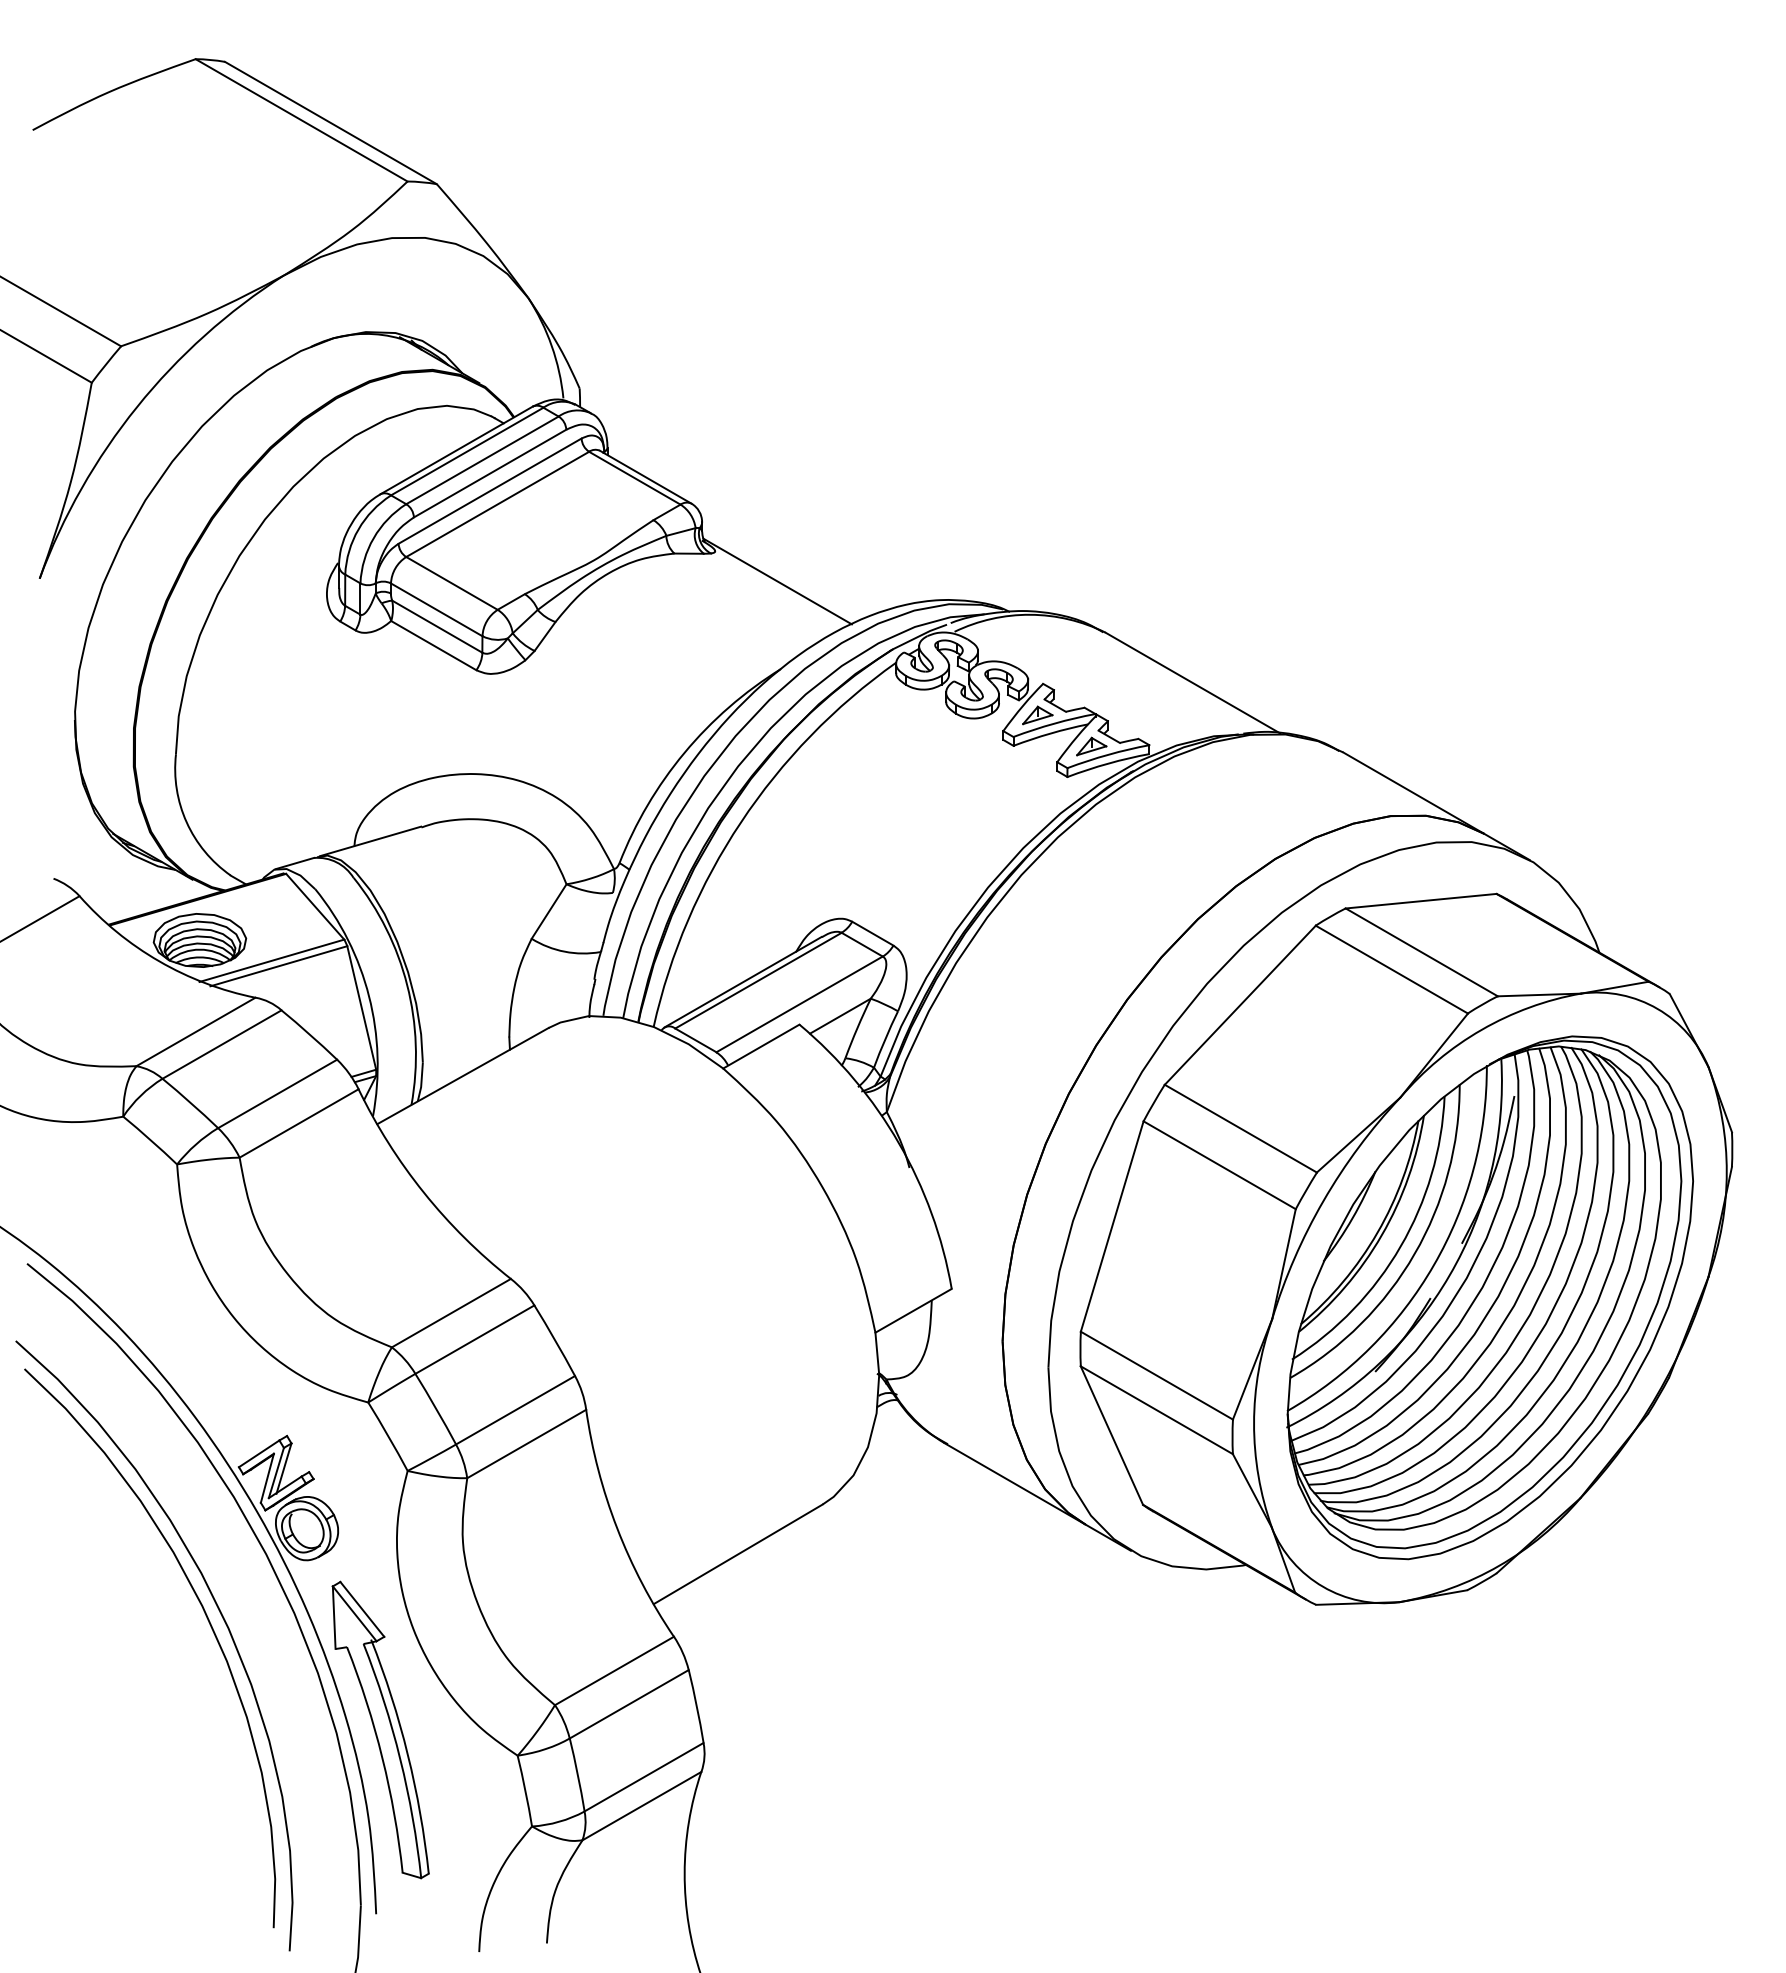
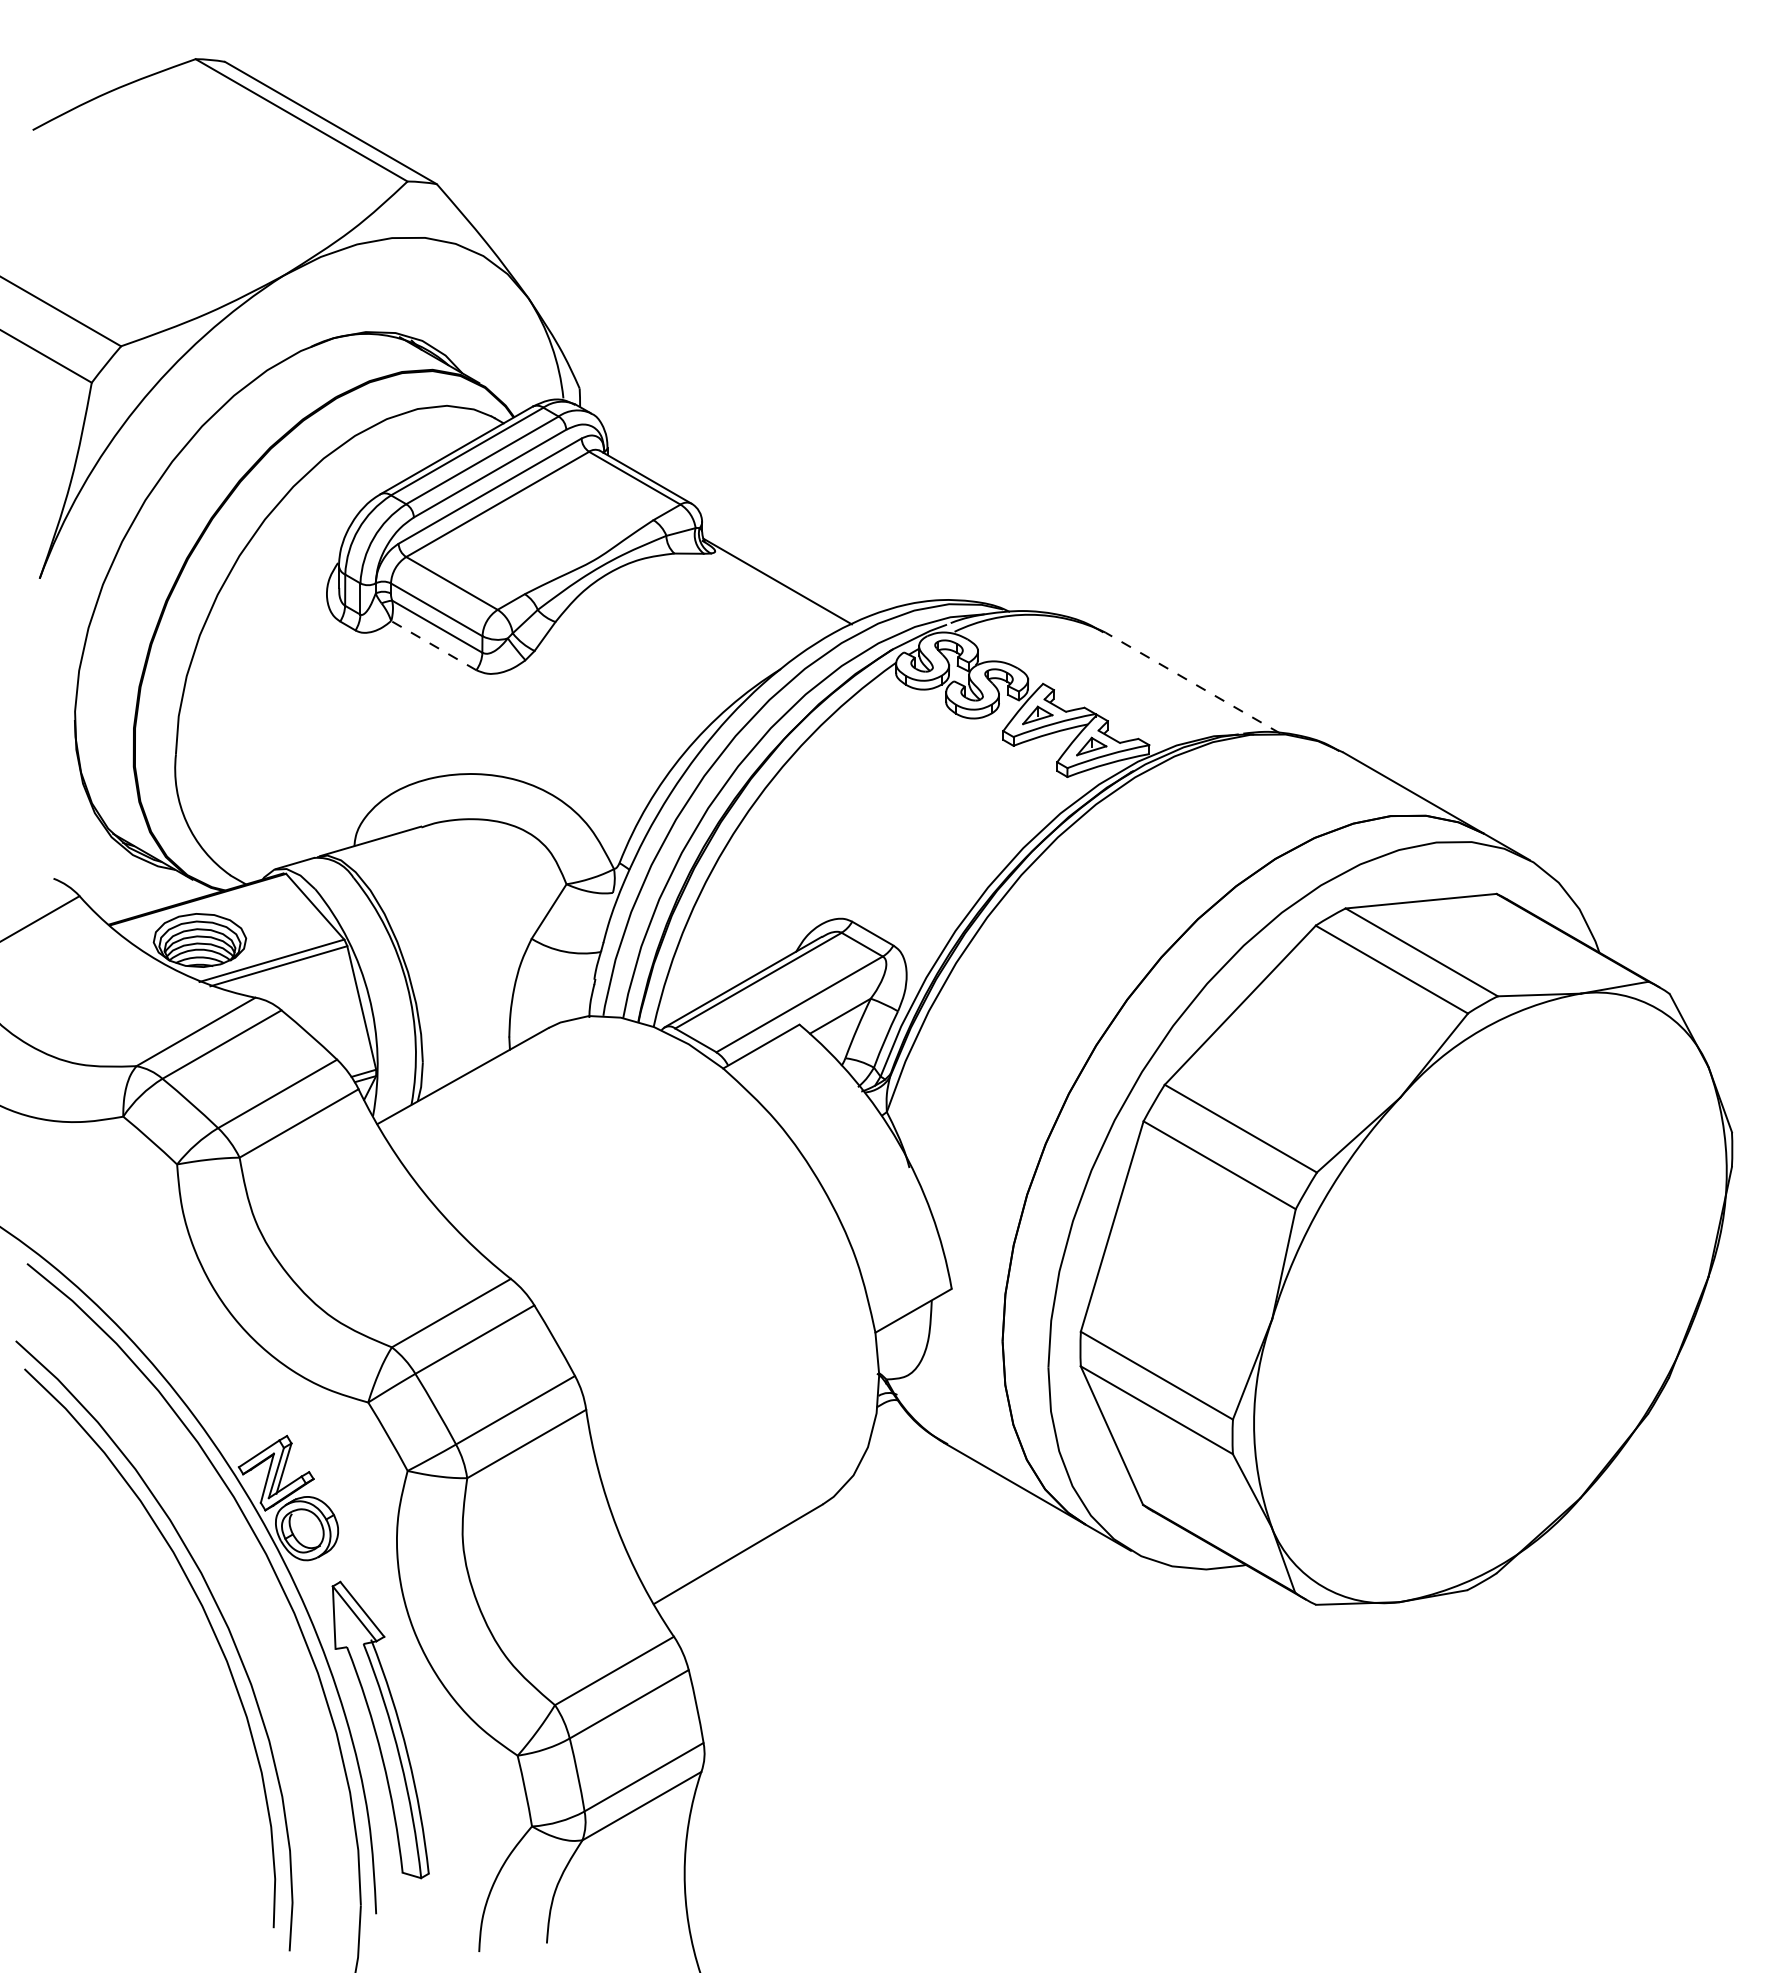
line at (433, 645): solid -> dashed
line at (1193, 683): solid -> dashed
part at (1489, 1297): present -> none
